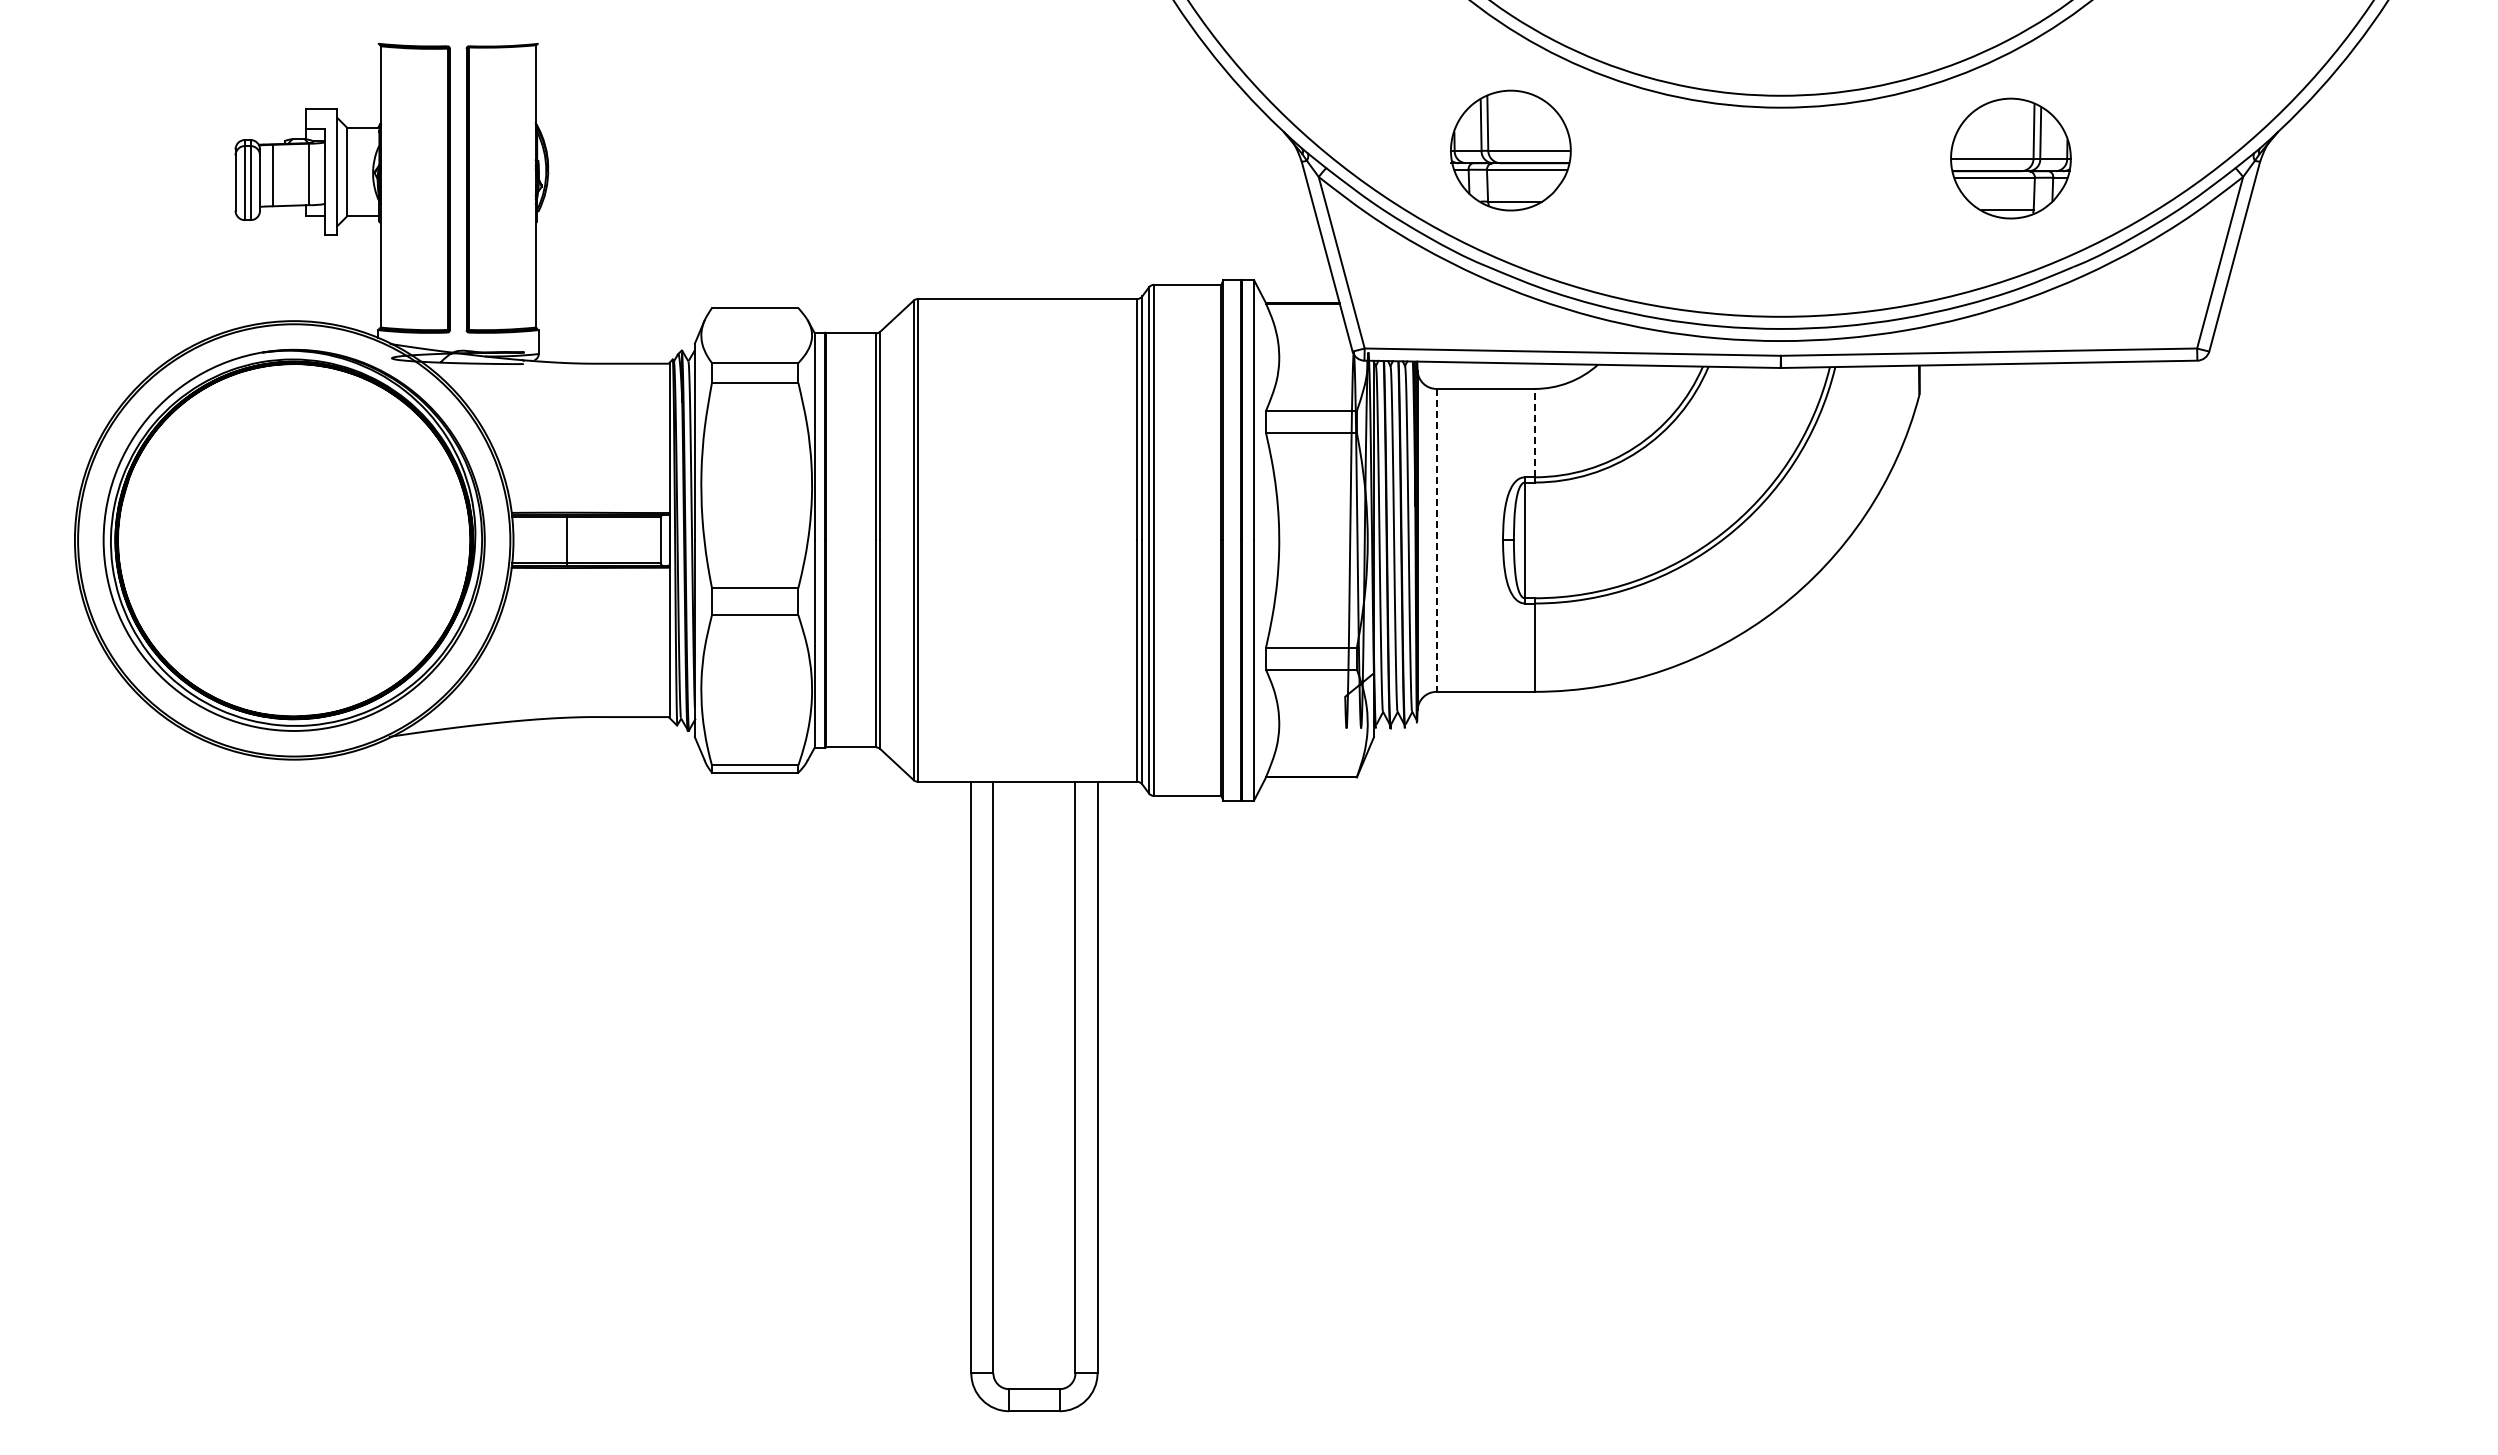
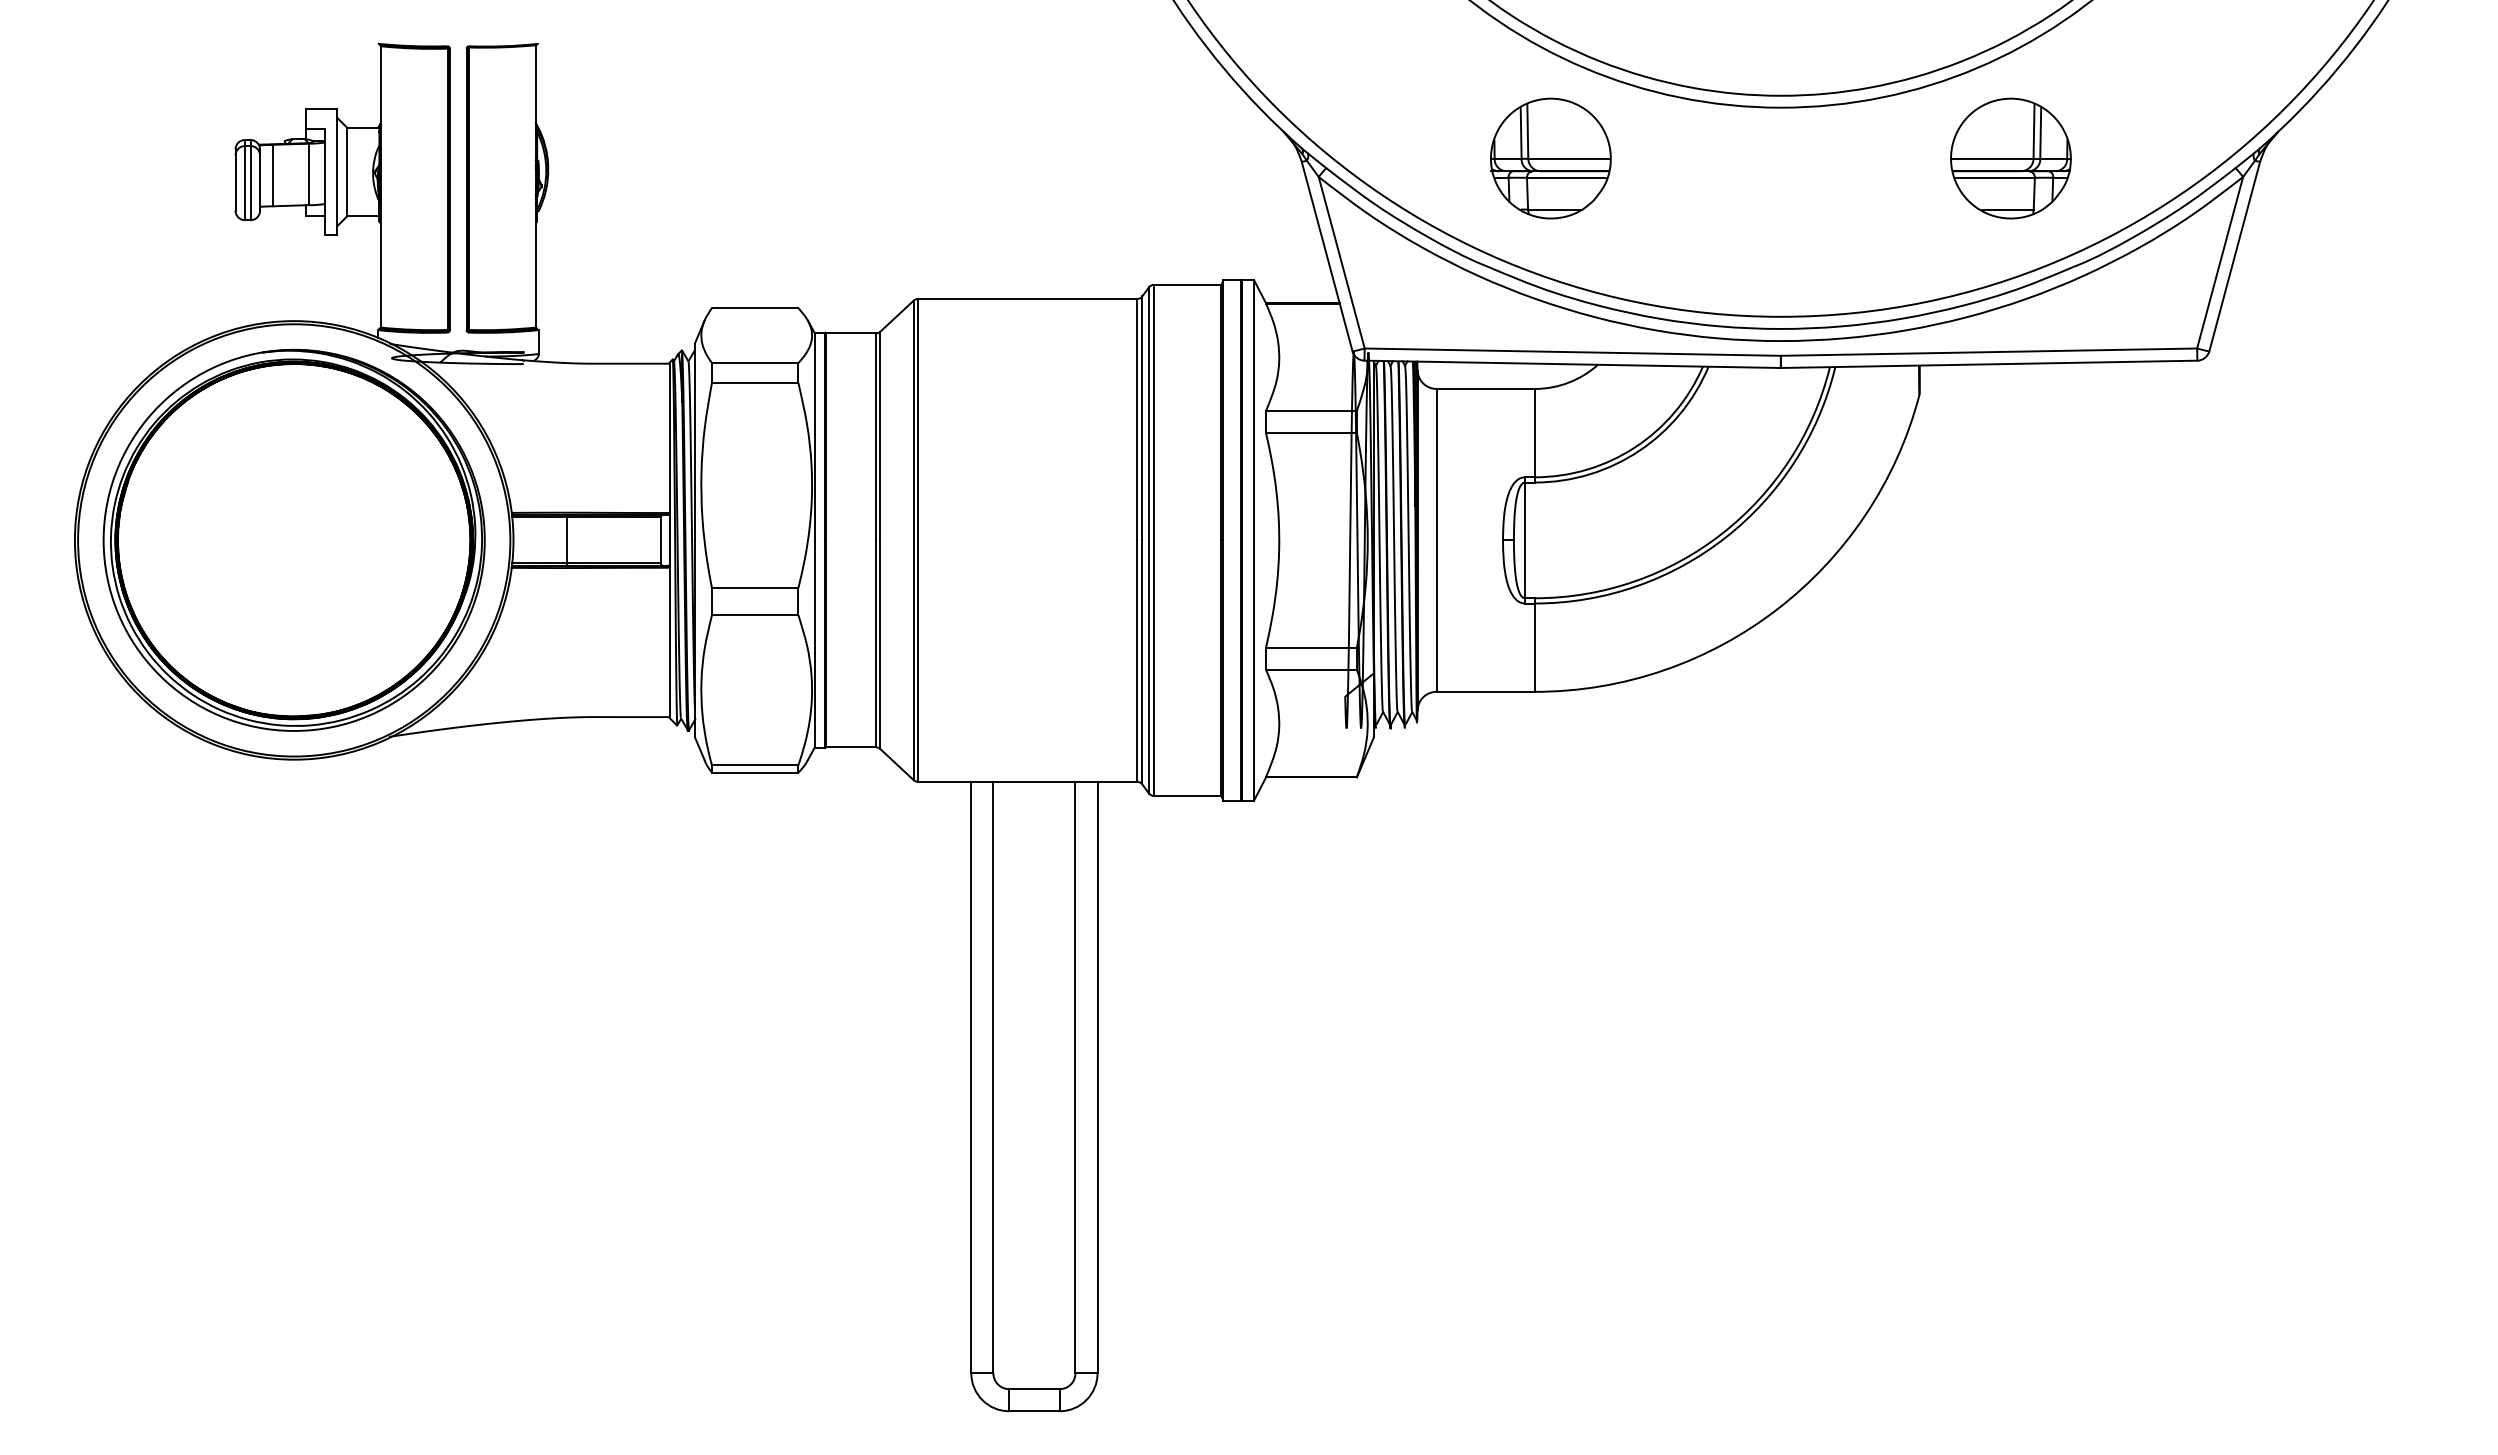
part at (1510, 150) position: (1510, 150) -> (1550, 158)
line at (1534, 432): dashed -> solid
line at (1436, 540): dashed -> solid
